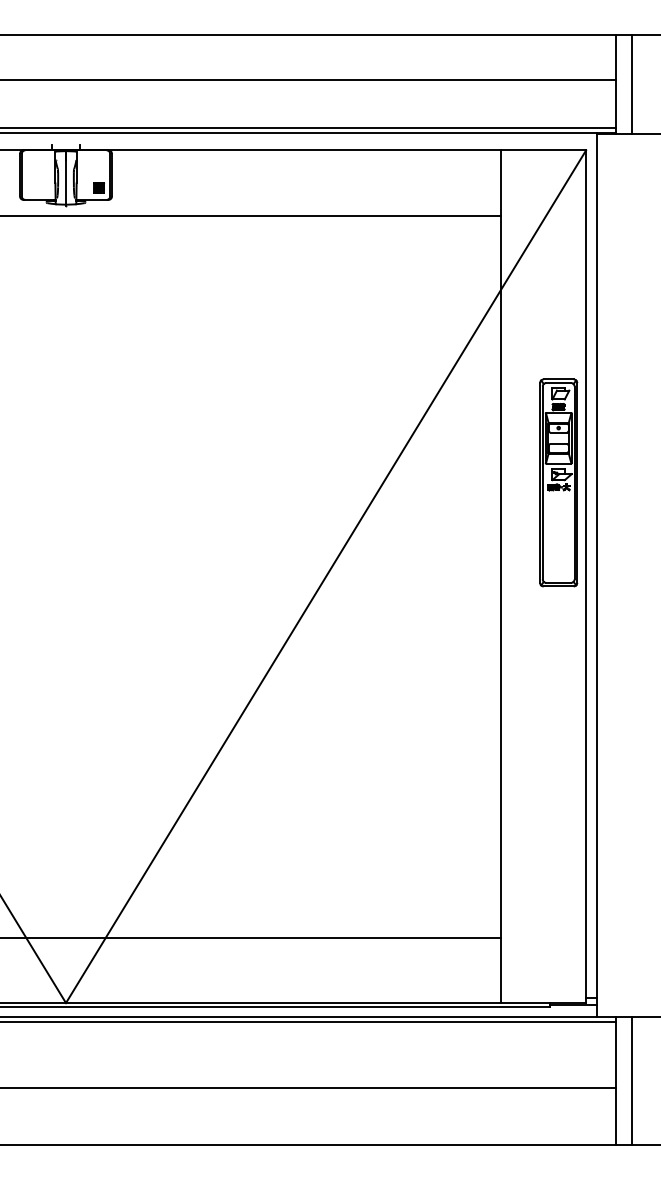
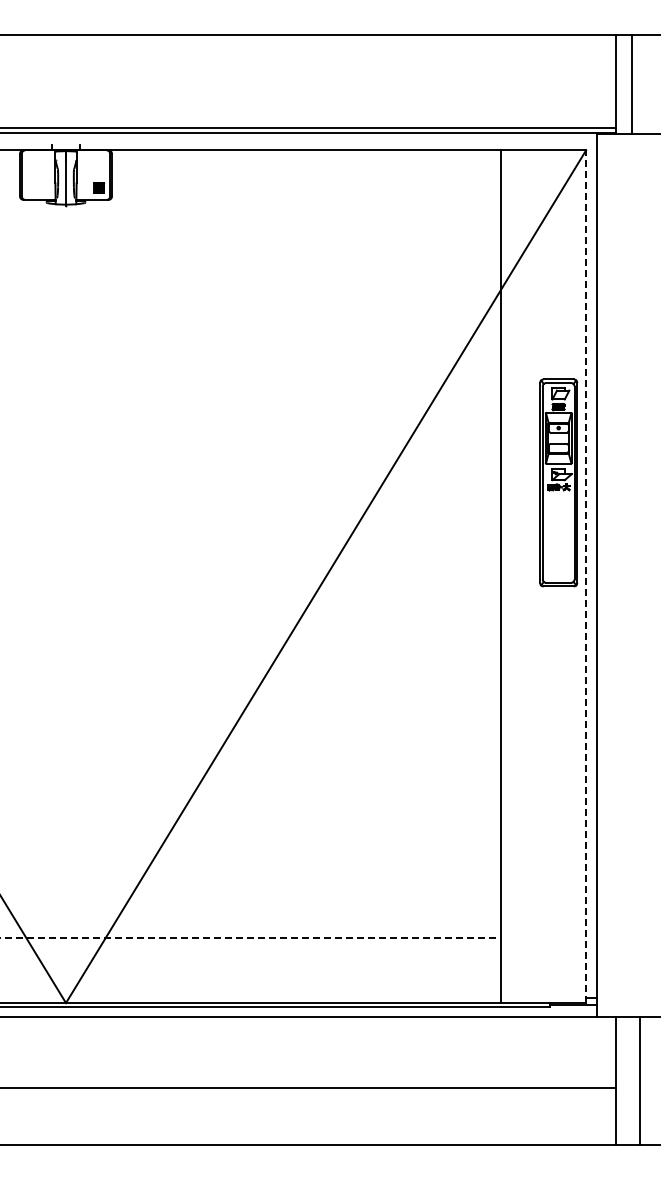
line at (309, 79): present -> none
line at (251, 215): present -> none
line at (586, 576): solid -> dashed
line at (251, 937): solid -> dashed
line at (309, 1021): present -> none
line at (632, 1080) position: (632, 1080) -> (640, 1080)
